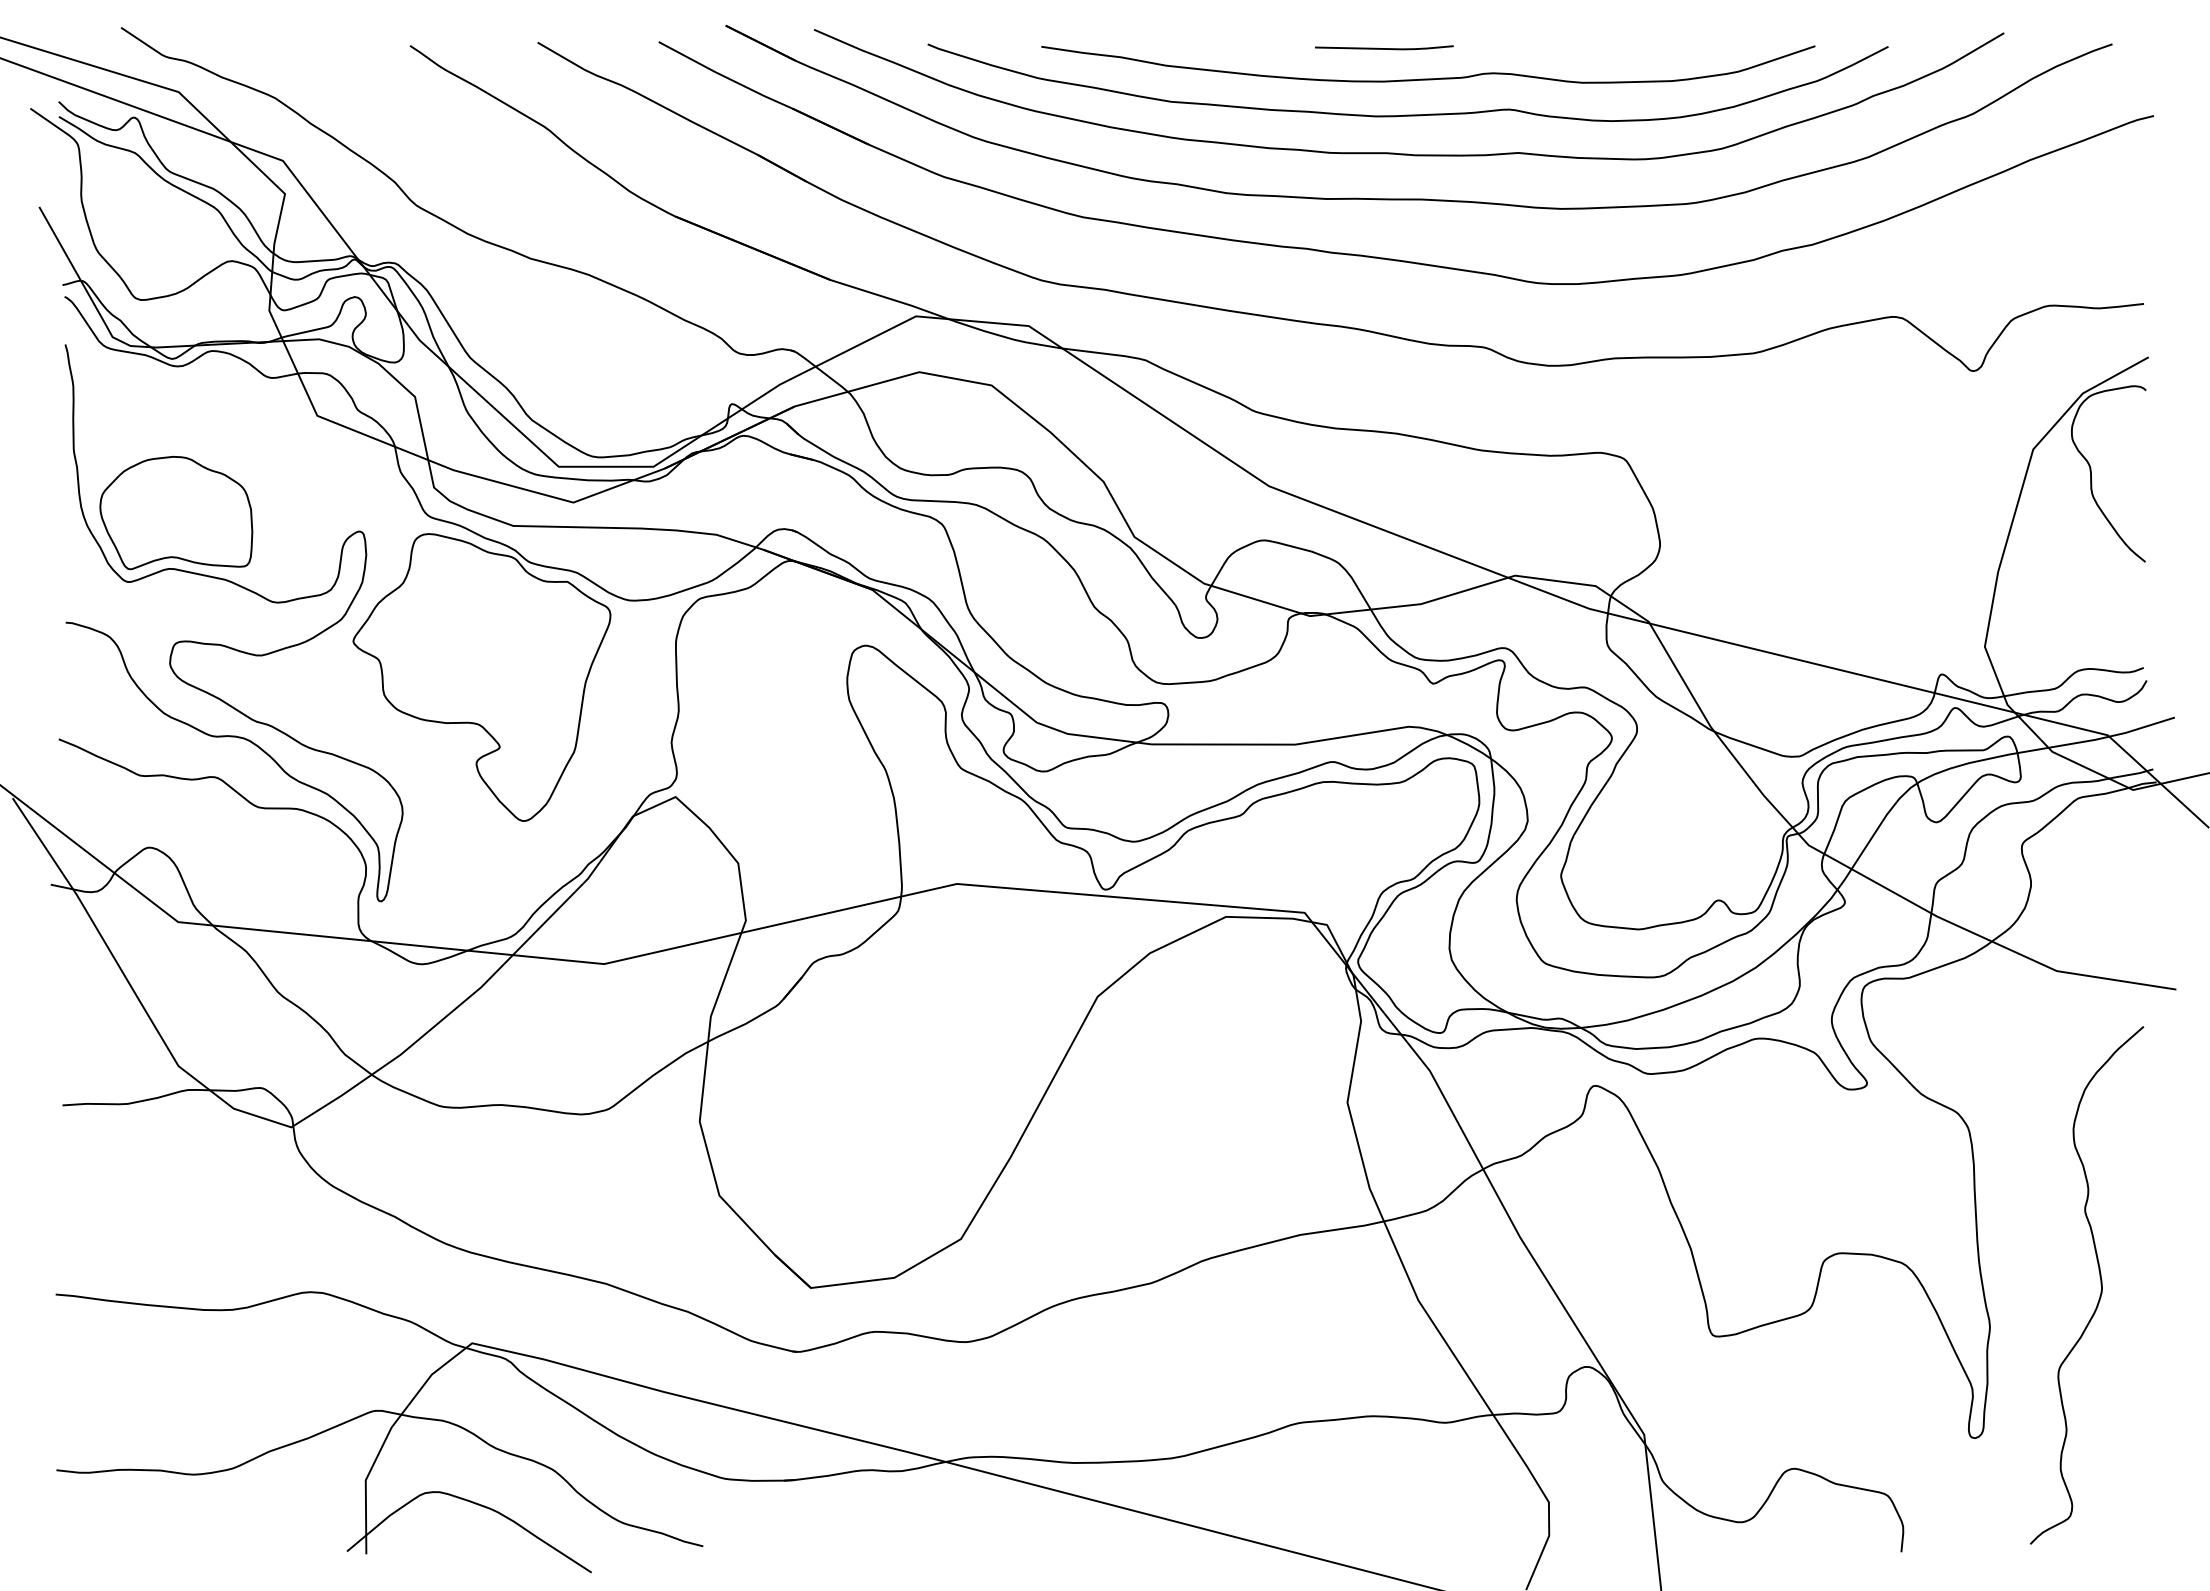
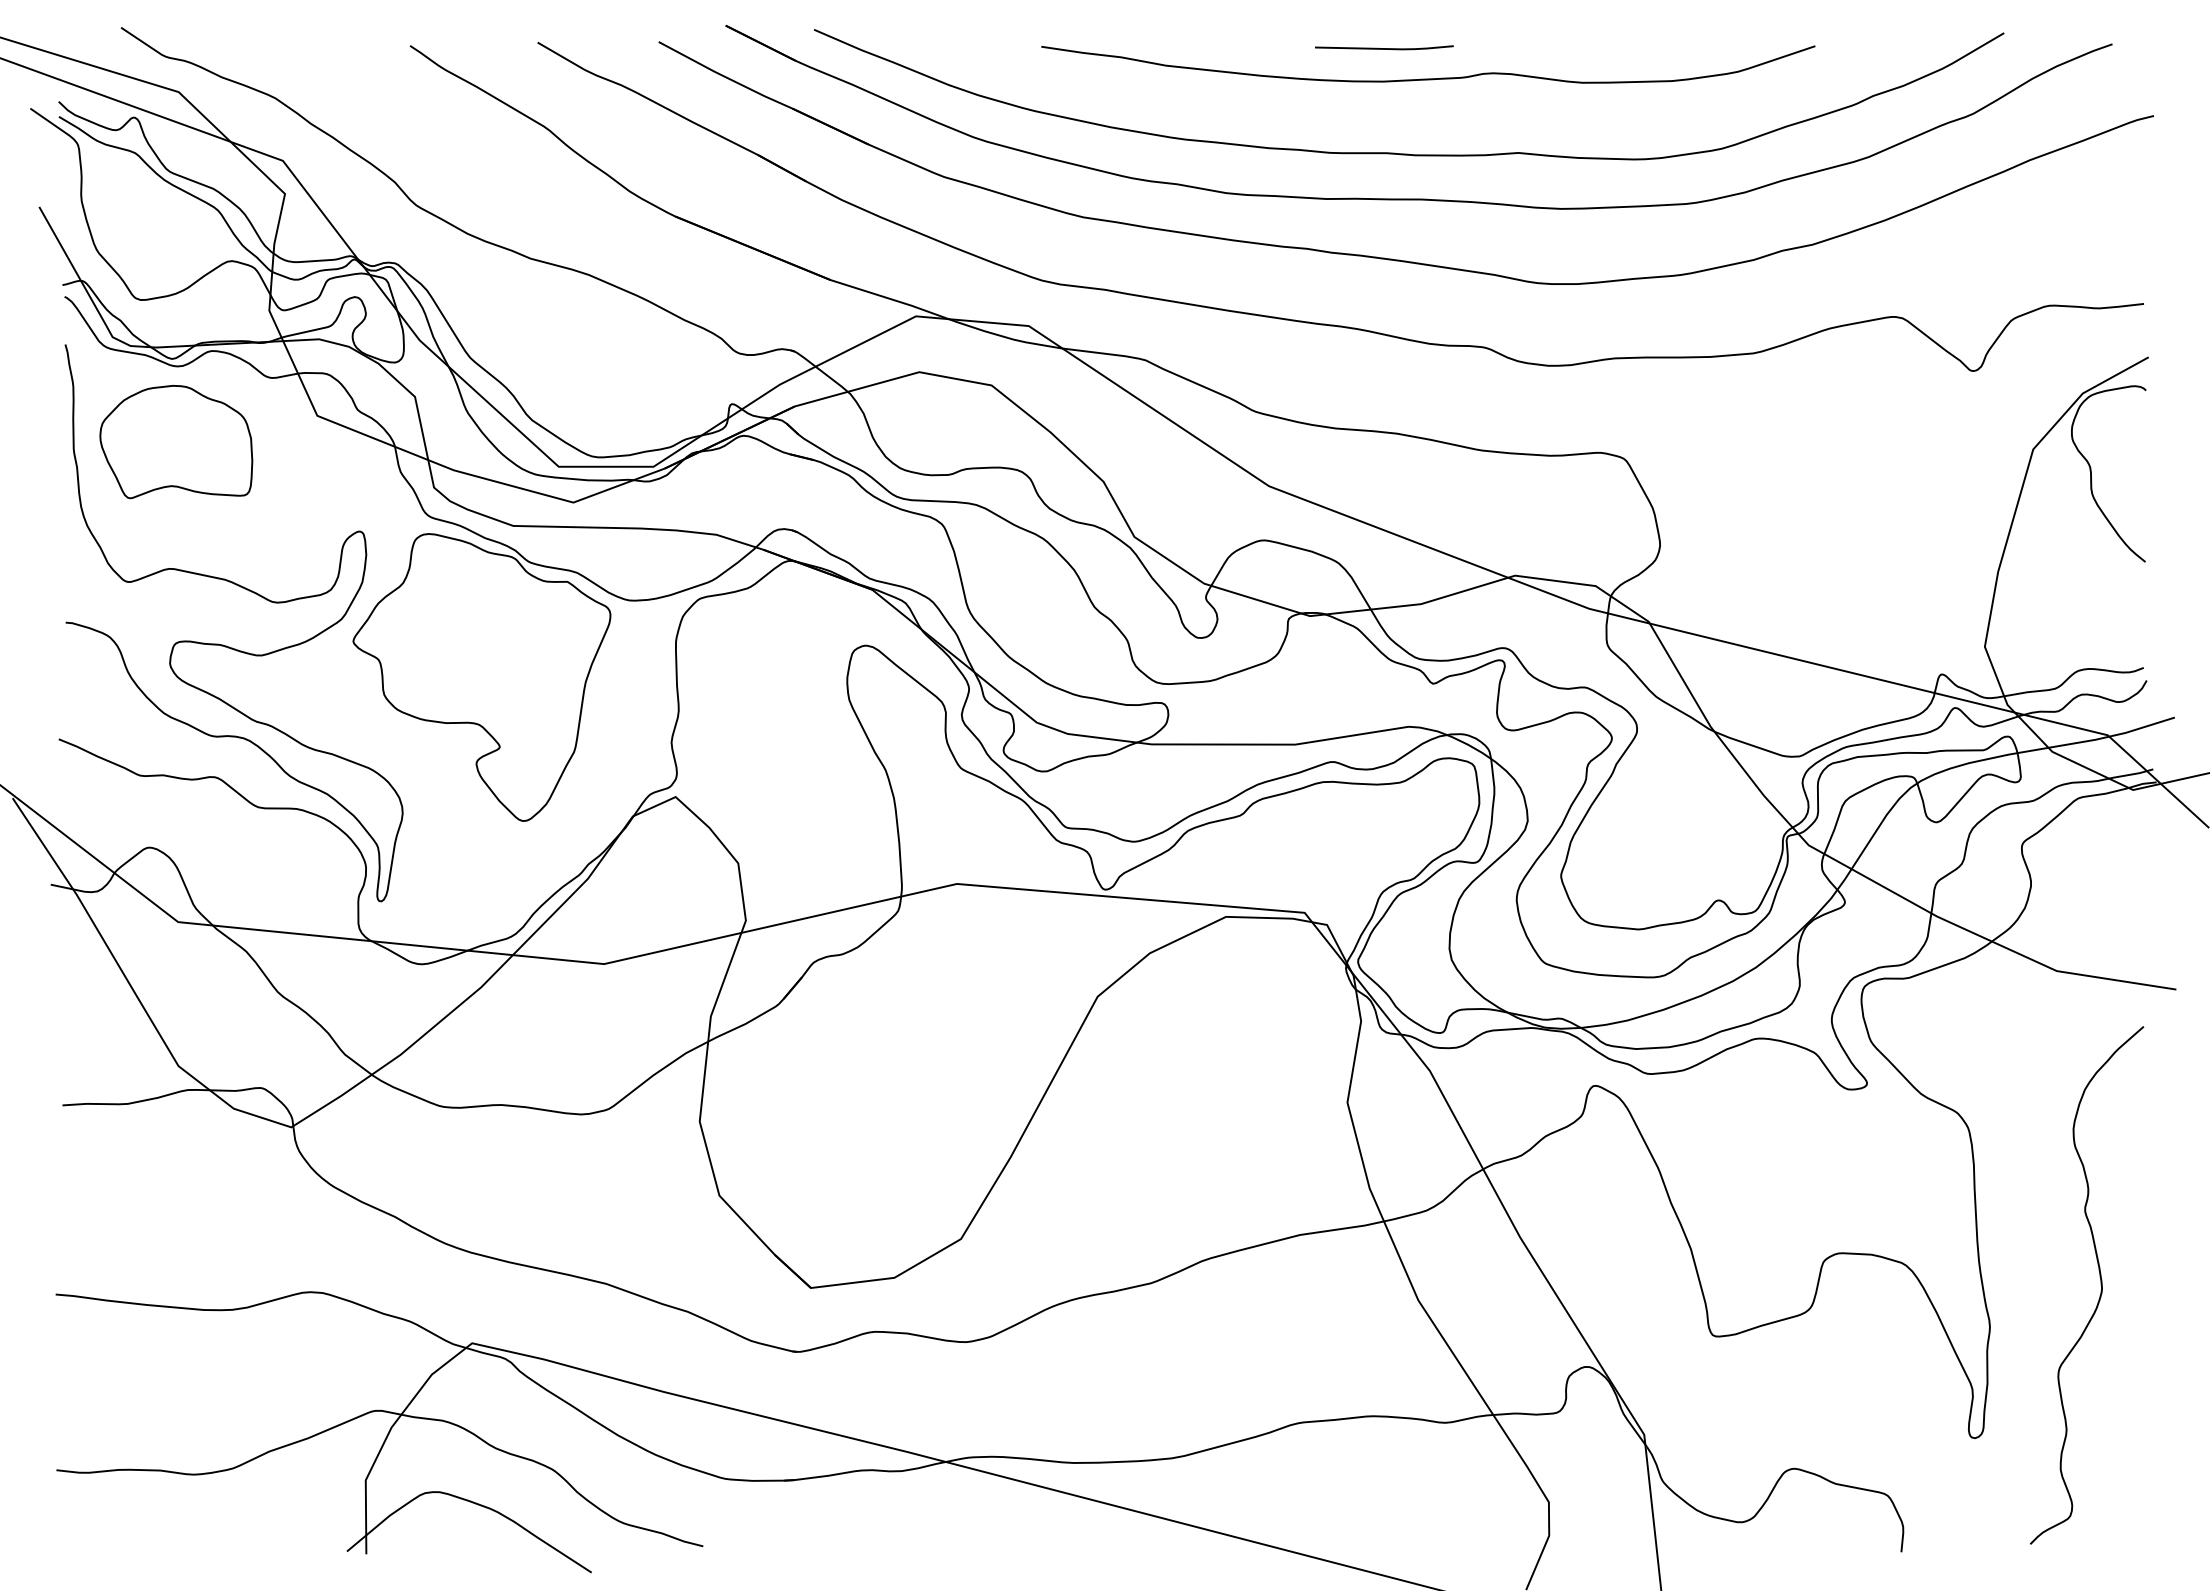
curve at (1407, 114): present -> none
part at (176, 513) position: (176, 513) -> (176, 442)
